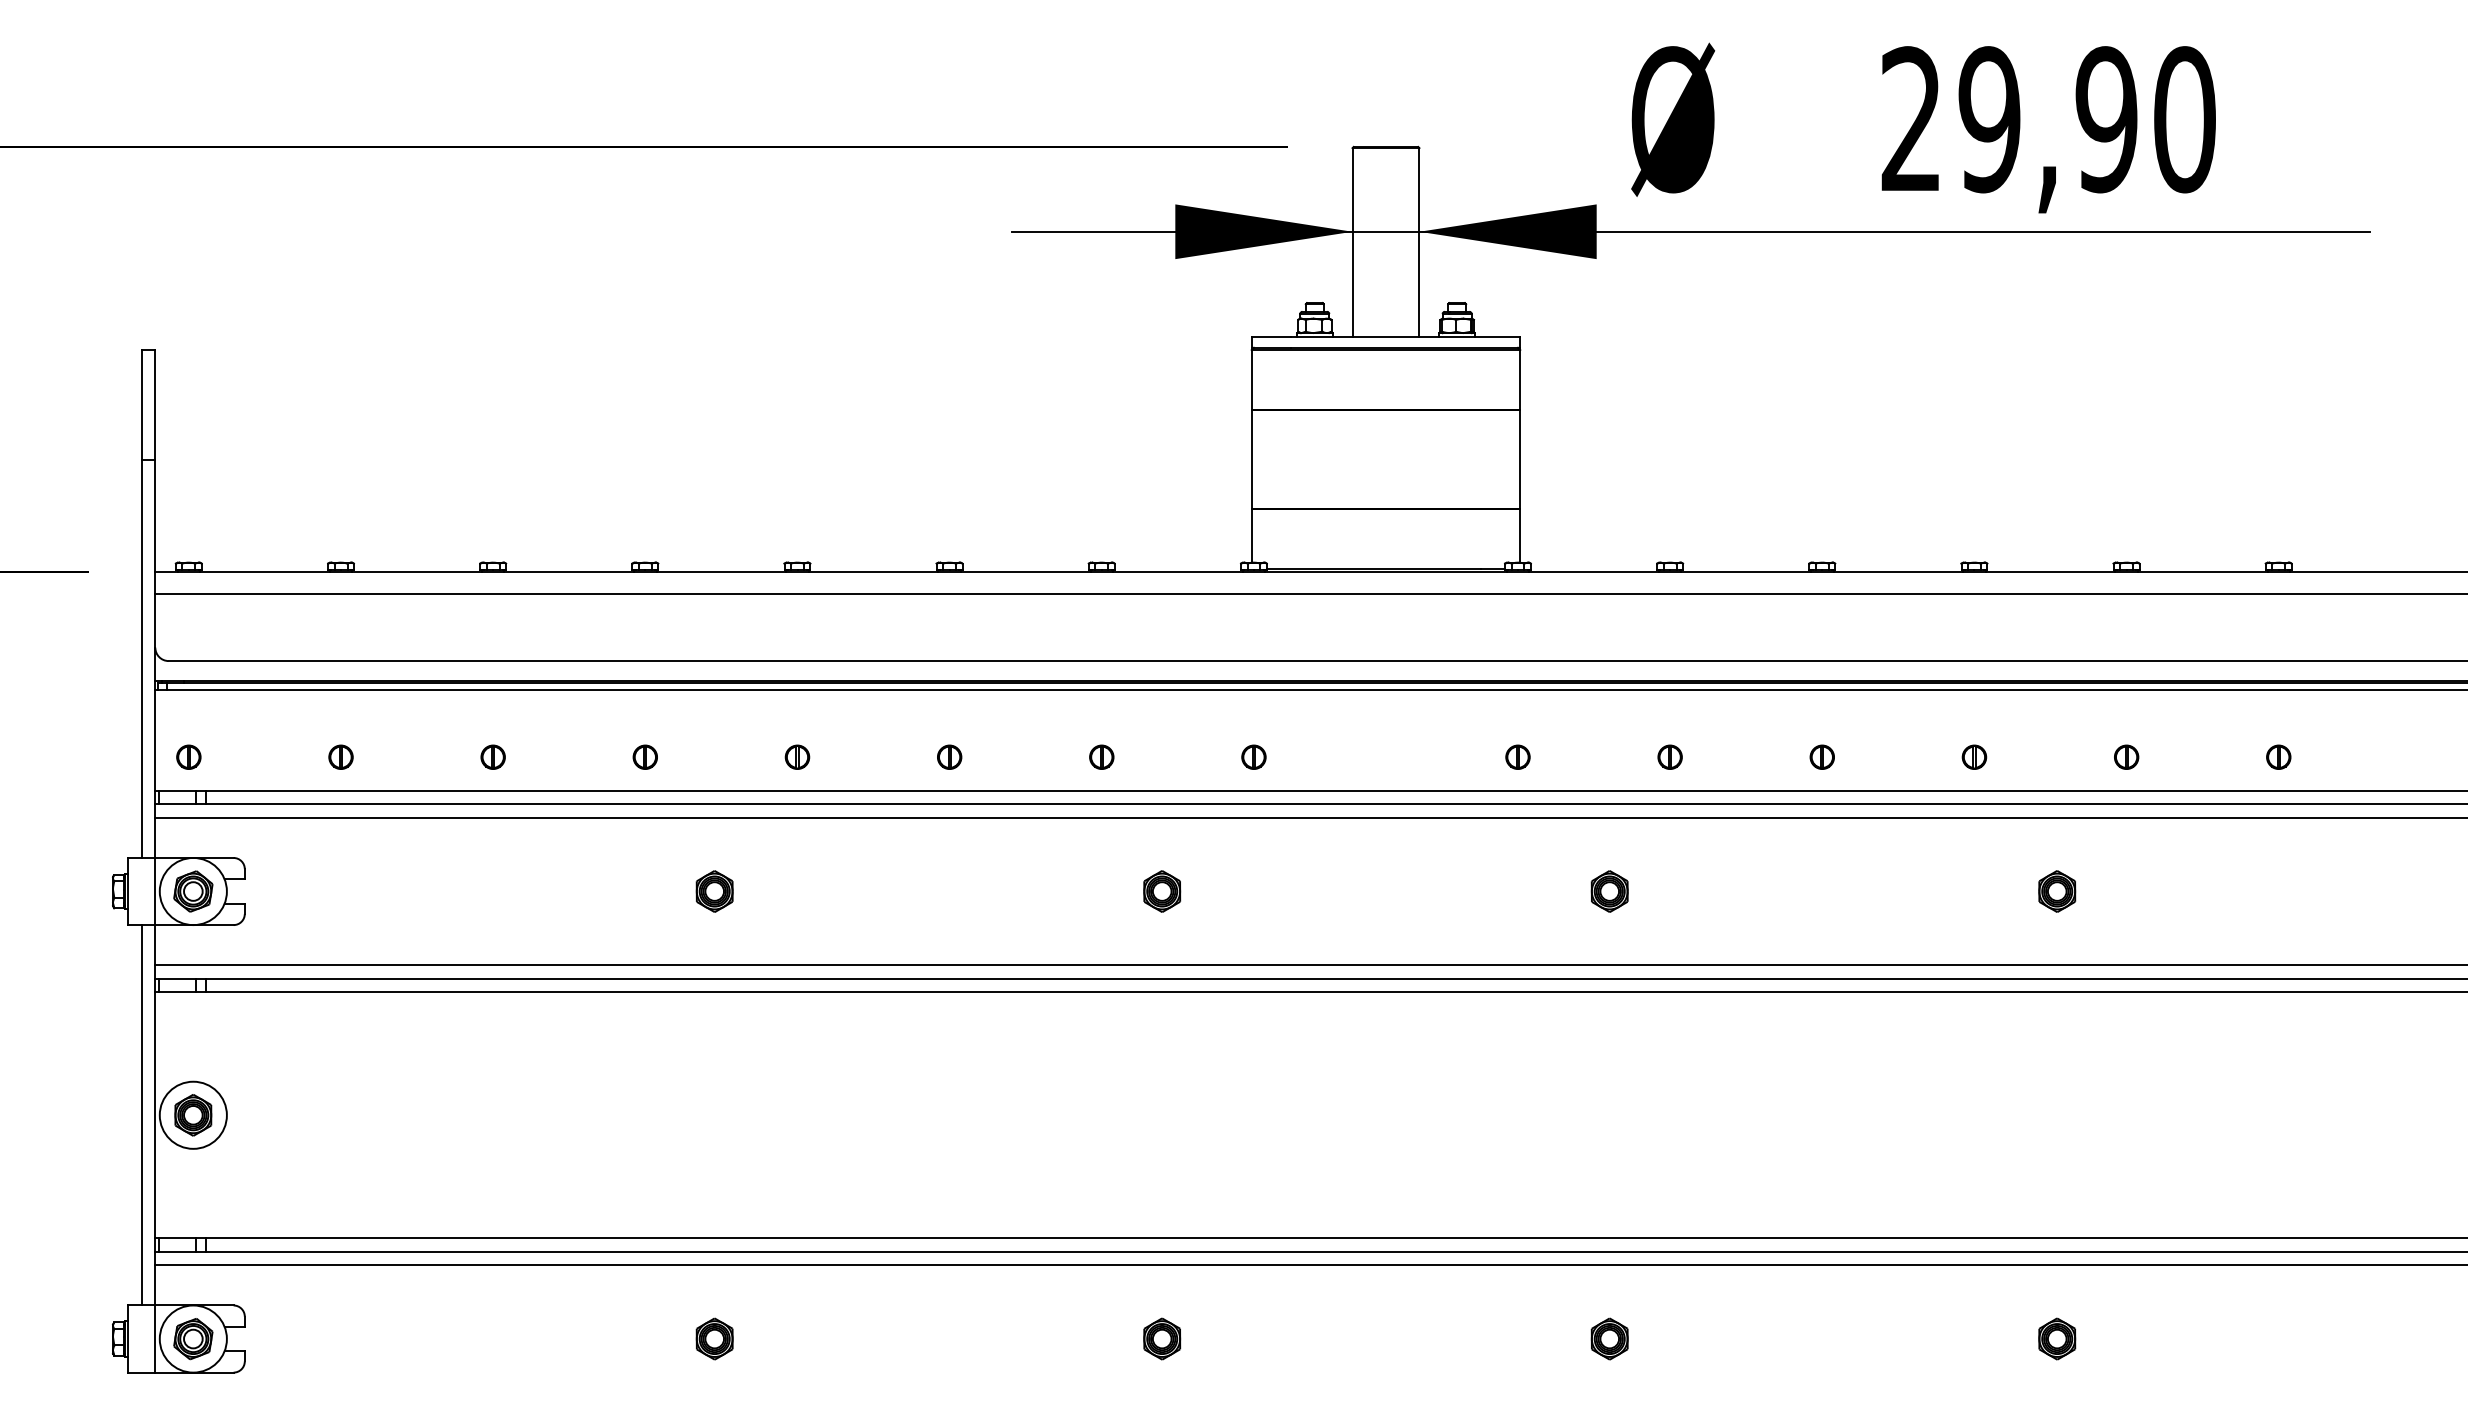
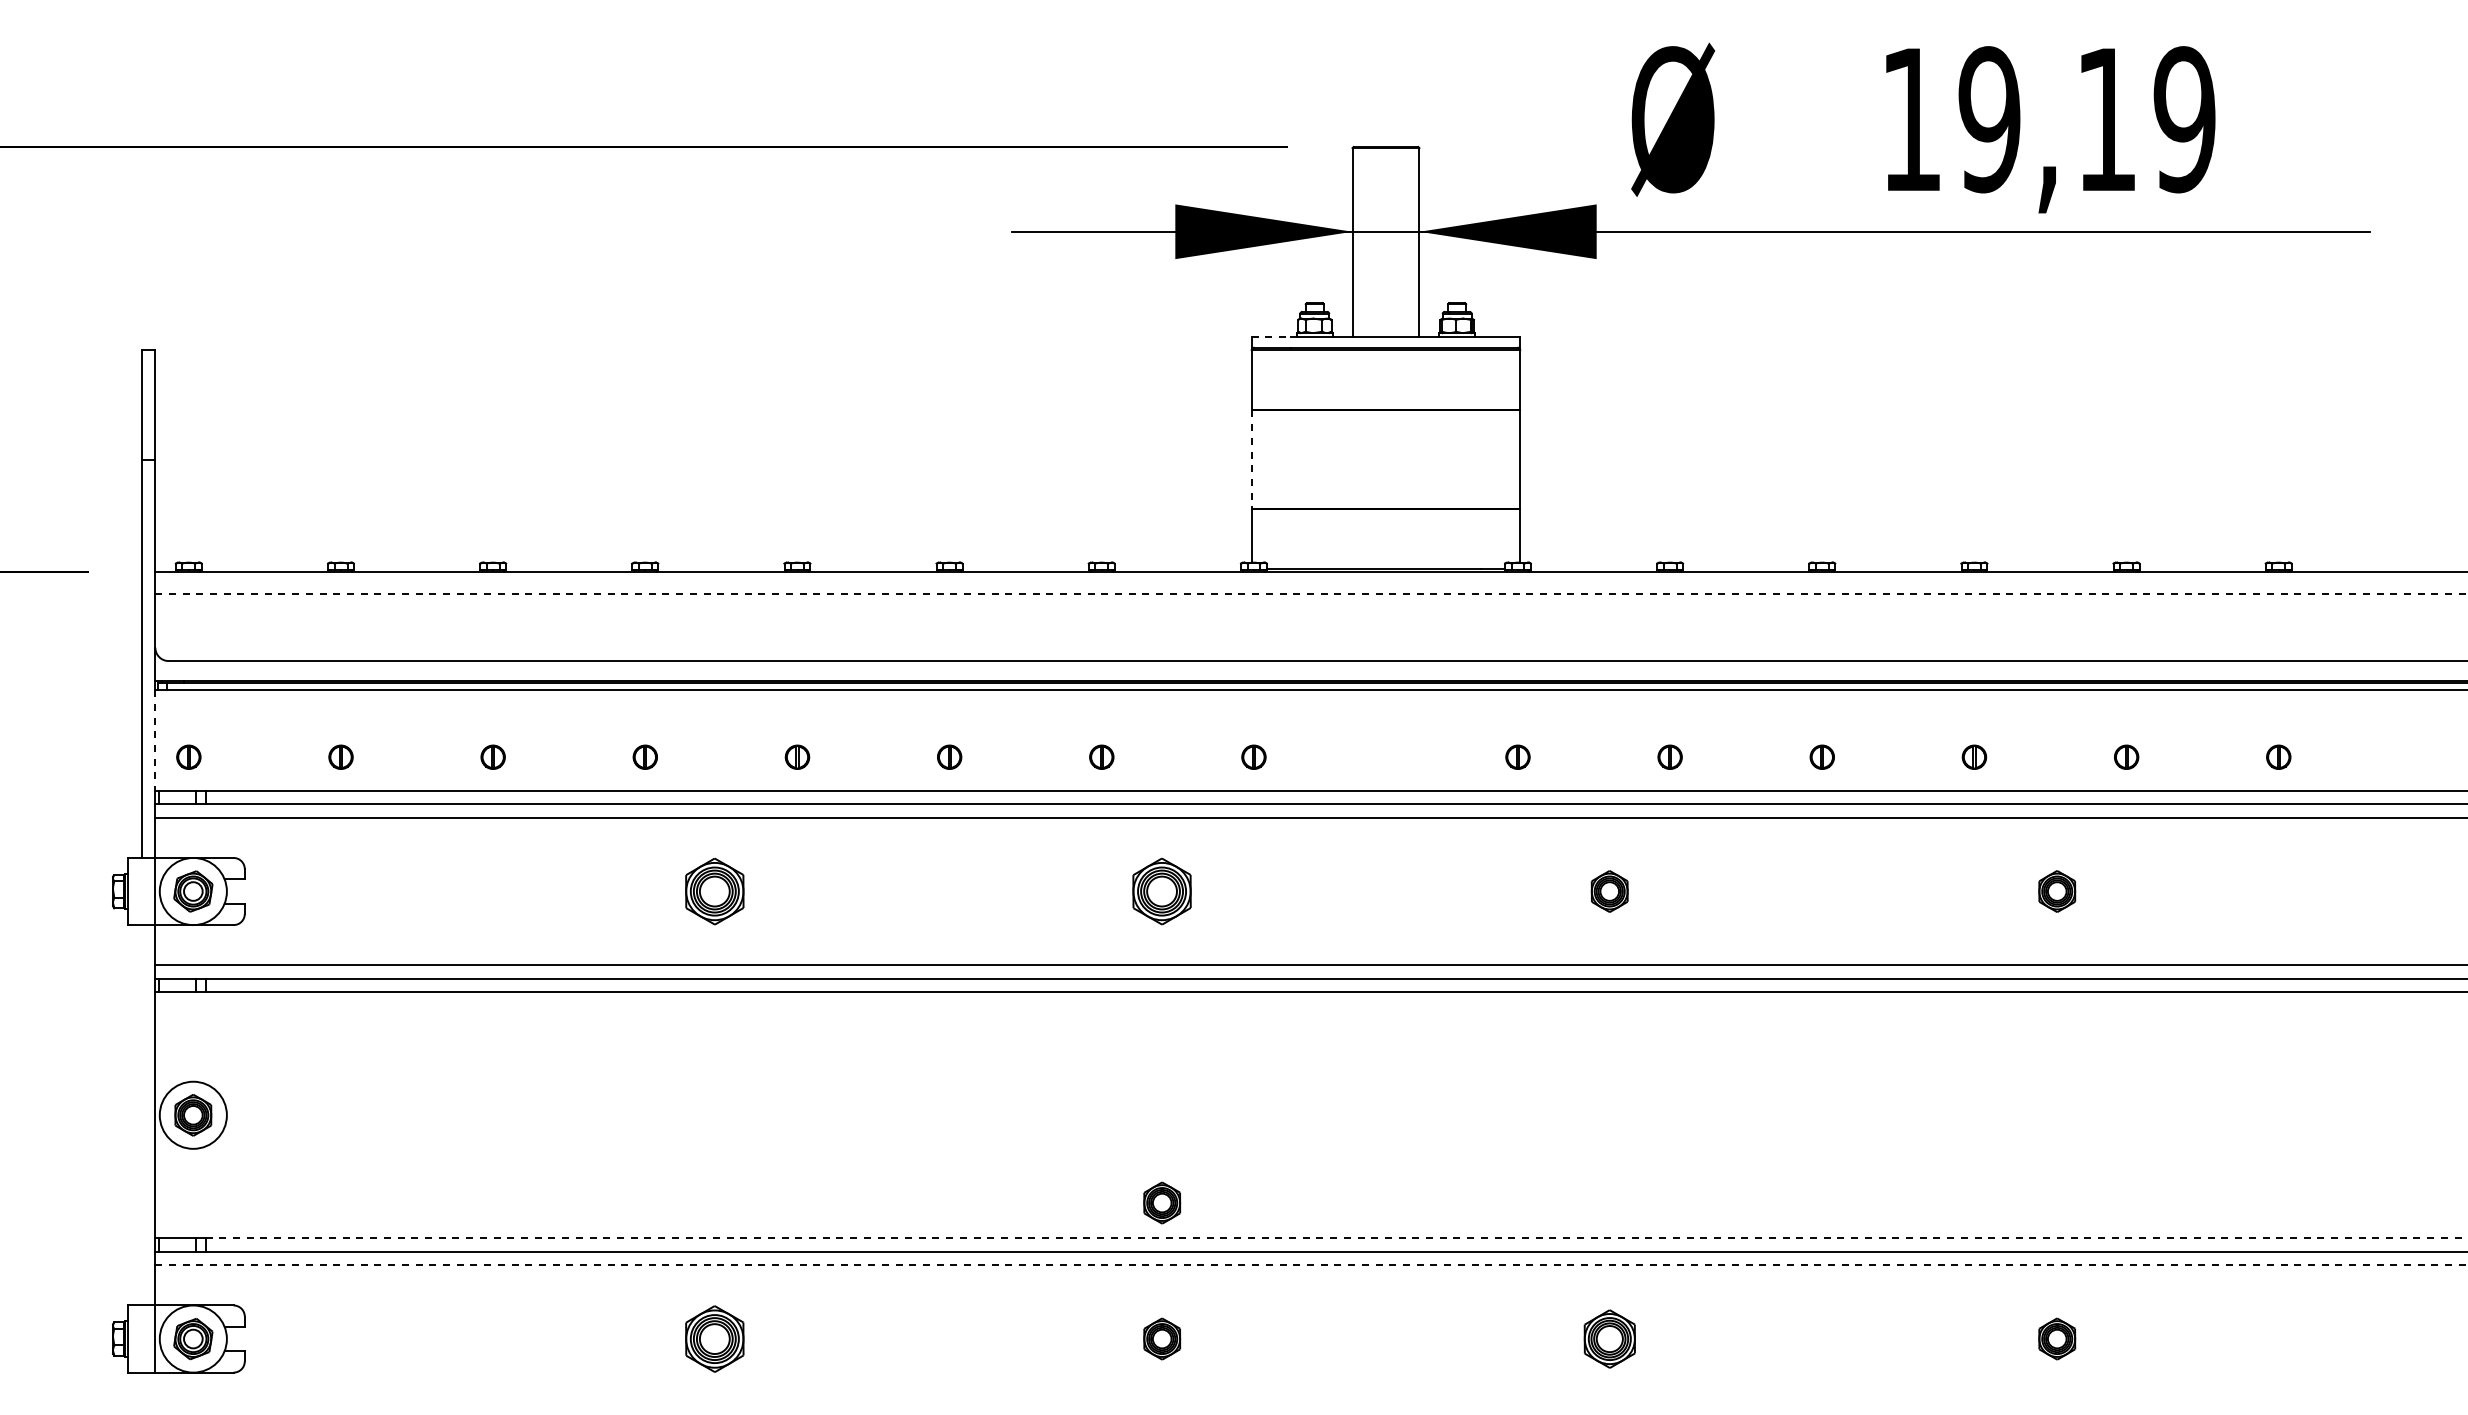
text at (2048, 119): 29,90 -> 19,19
line at (1271, 336): solid -> dashed
line at (1251, 460): solid -> dashed
line at (1311, 593): solid -> dashed
line at (155, 741): solid -> dashed
part at (714, 891) size: 39x43 px -> 60x69 px
part at (1162, 891) size: 39x43 px -> 60x69 px
line at (141, 1115): present -> none
part at (1162, 1202): none -> present
line at (1336, 1238): solid -> dashed
line at (1311, 1265): solid -> dashed
part at (714, 1338) size: 39x44 px -> 60x68 px
part at (1609, 1338) size: 39x44 px -> 53x60 px
